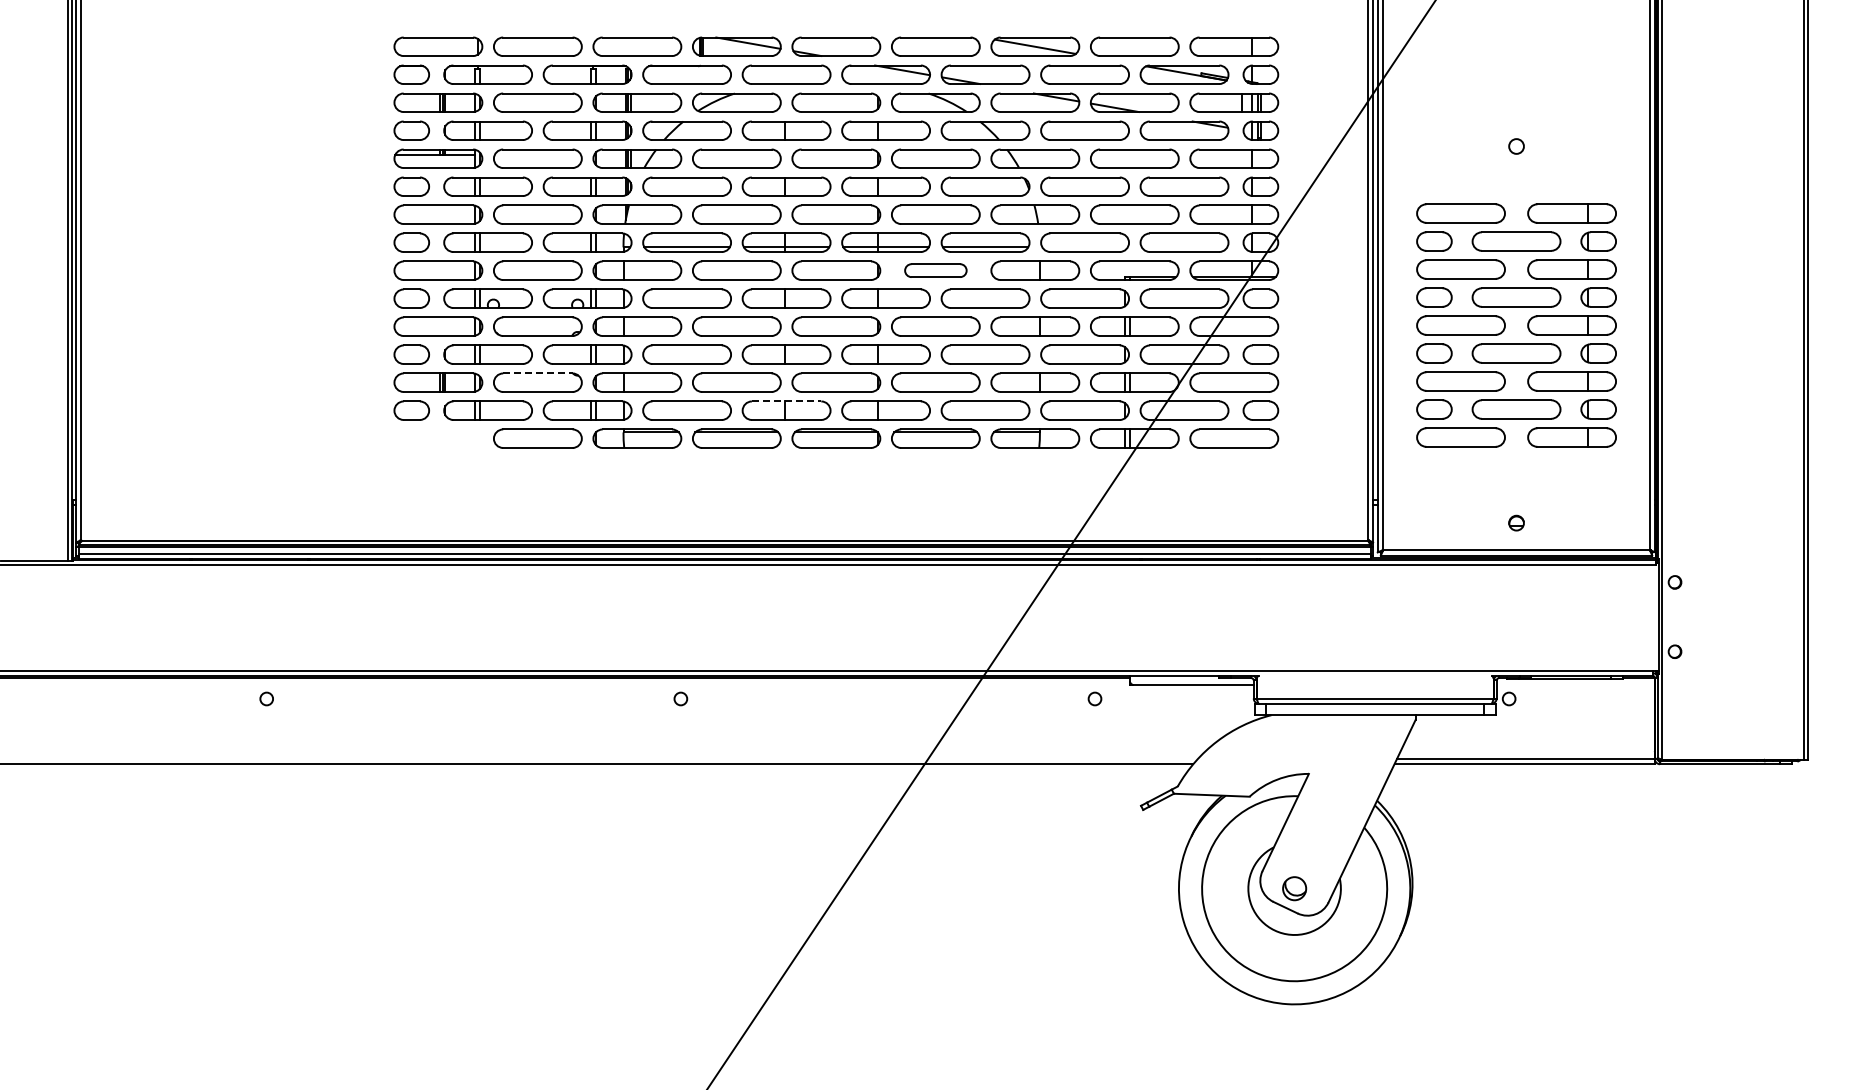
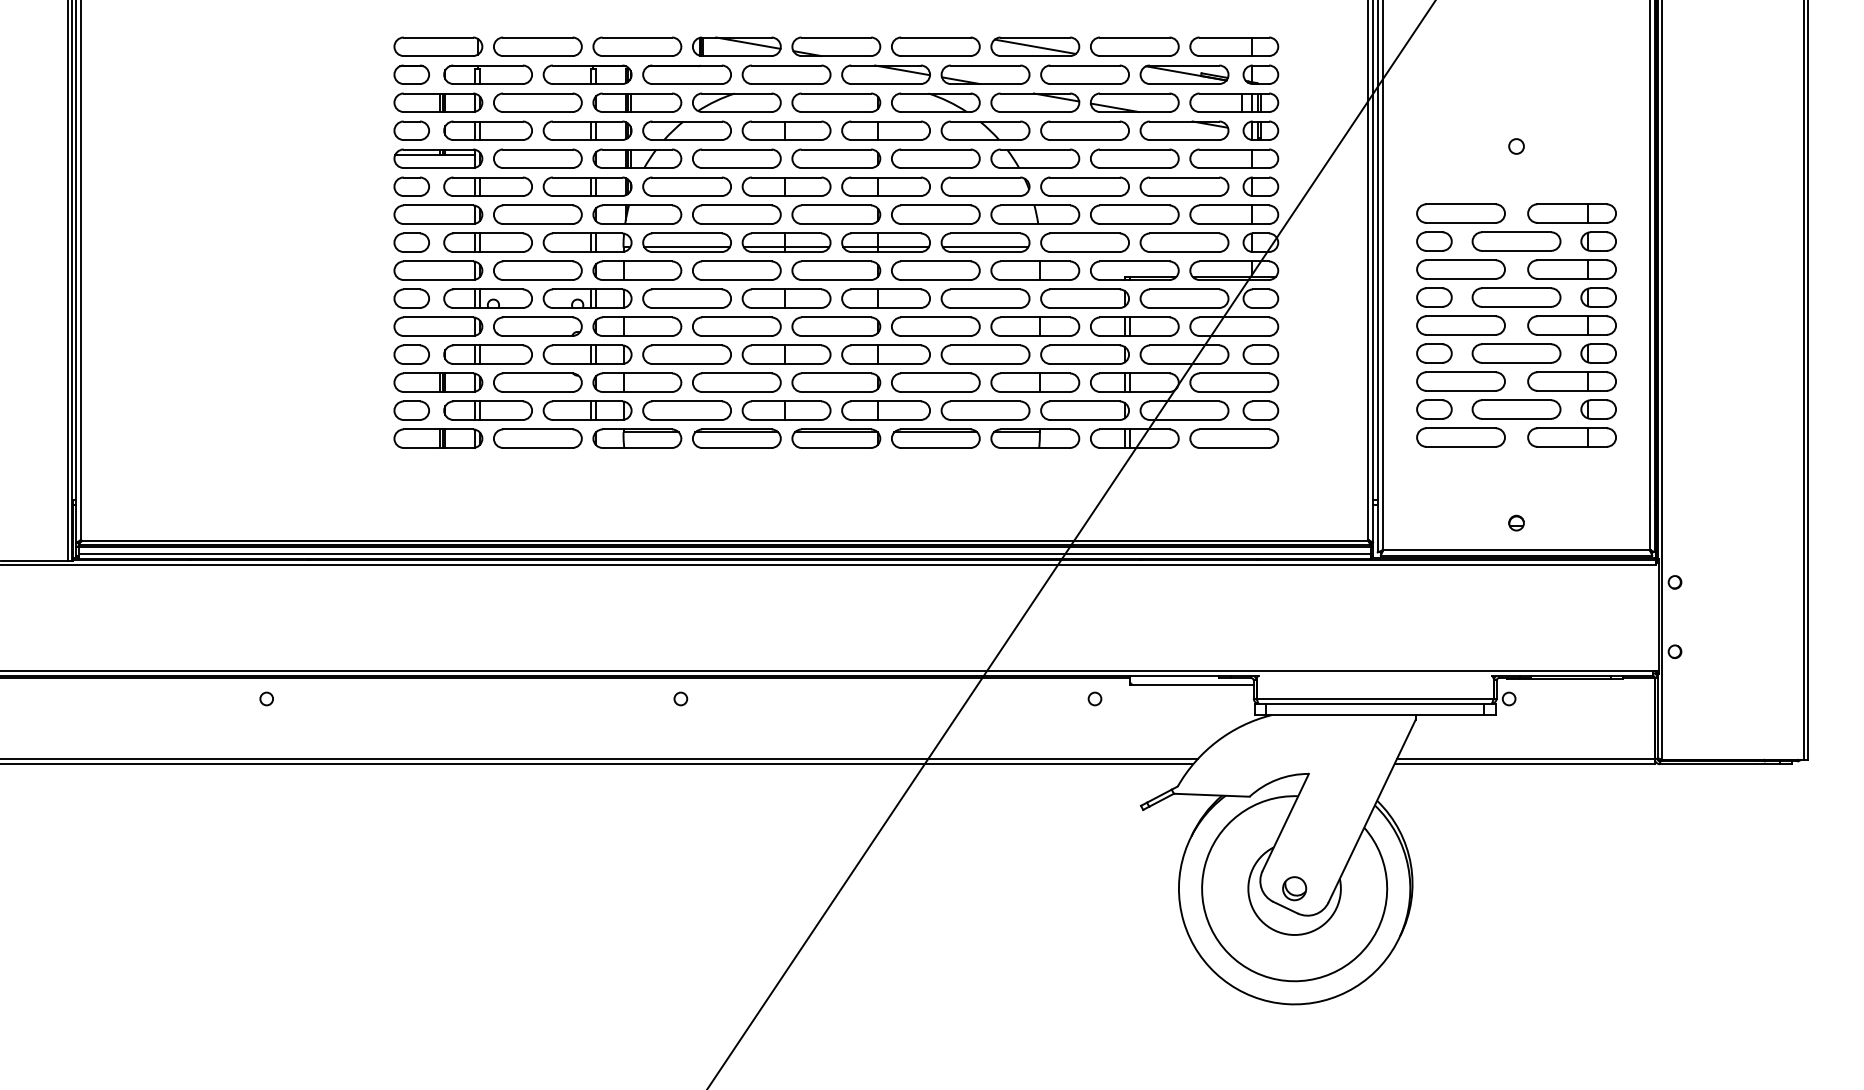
part at (935, 270) size: 64x15 px -> 90x21 px
line at (537, 373): dashed -> solid
line at (786, 401): dashed -> solid
part at (438, 438): none -> present
line at (599, 759): none -> present
